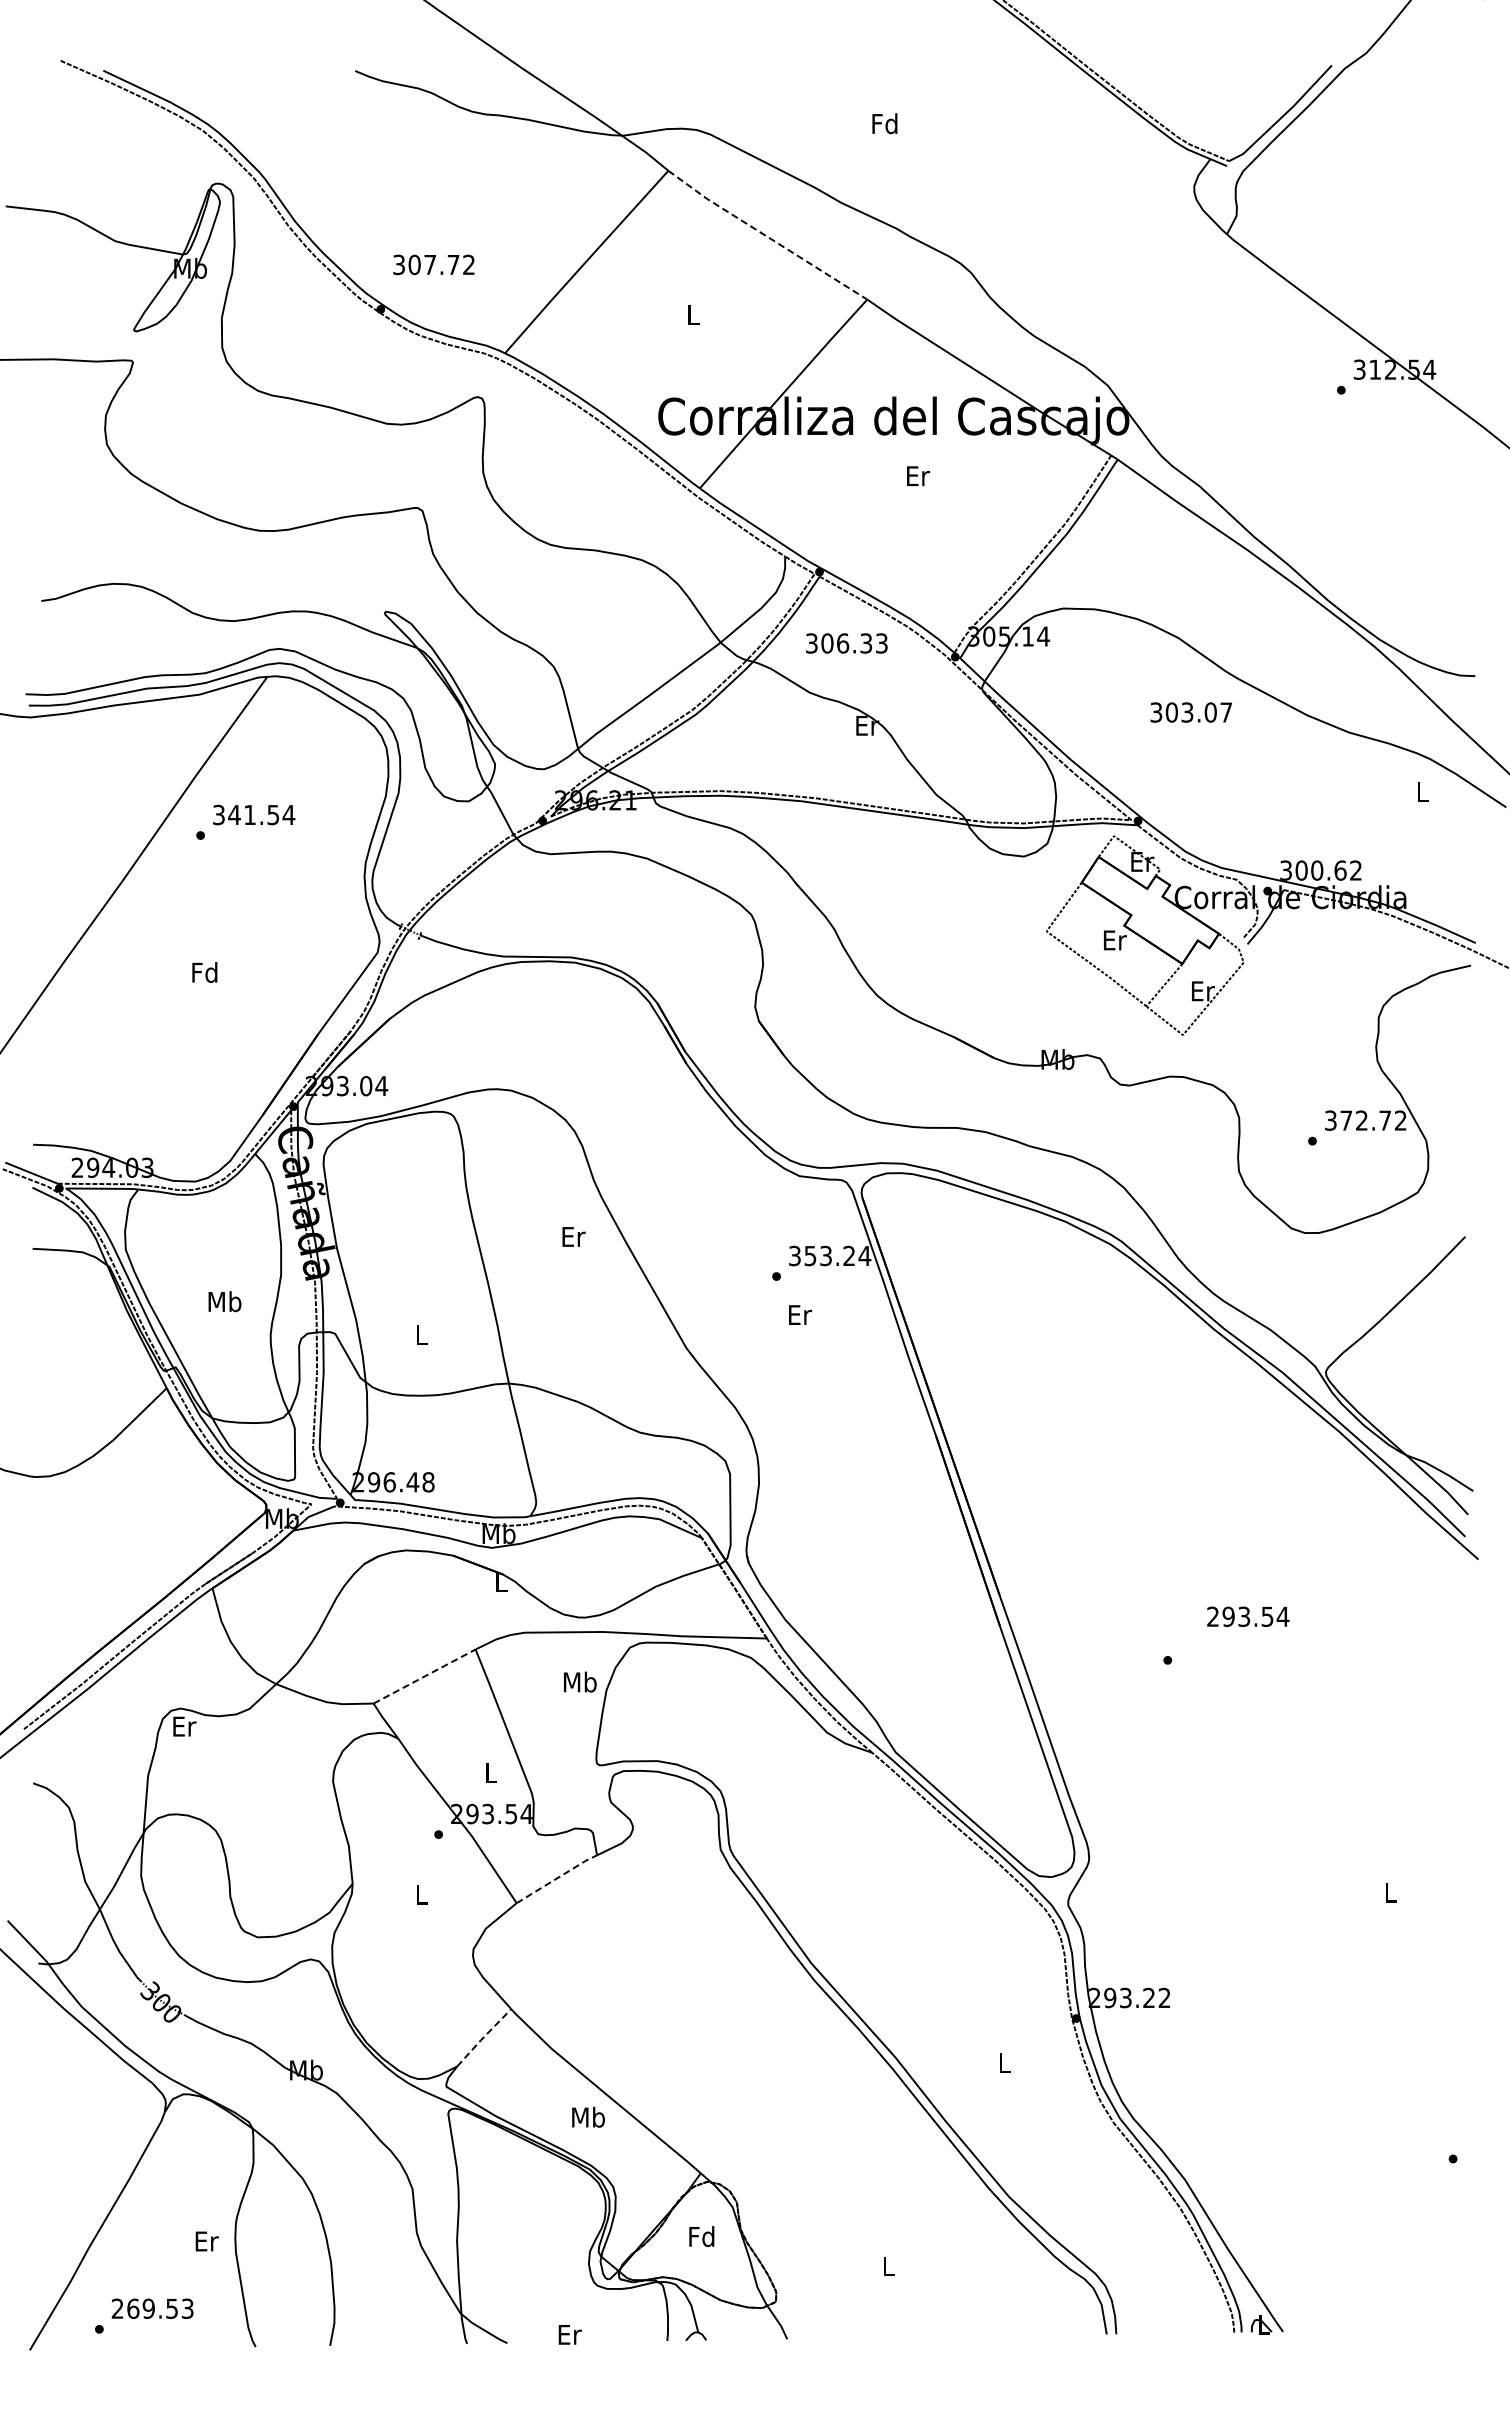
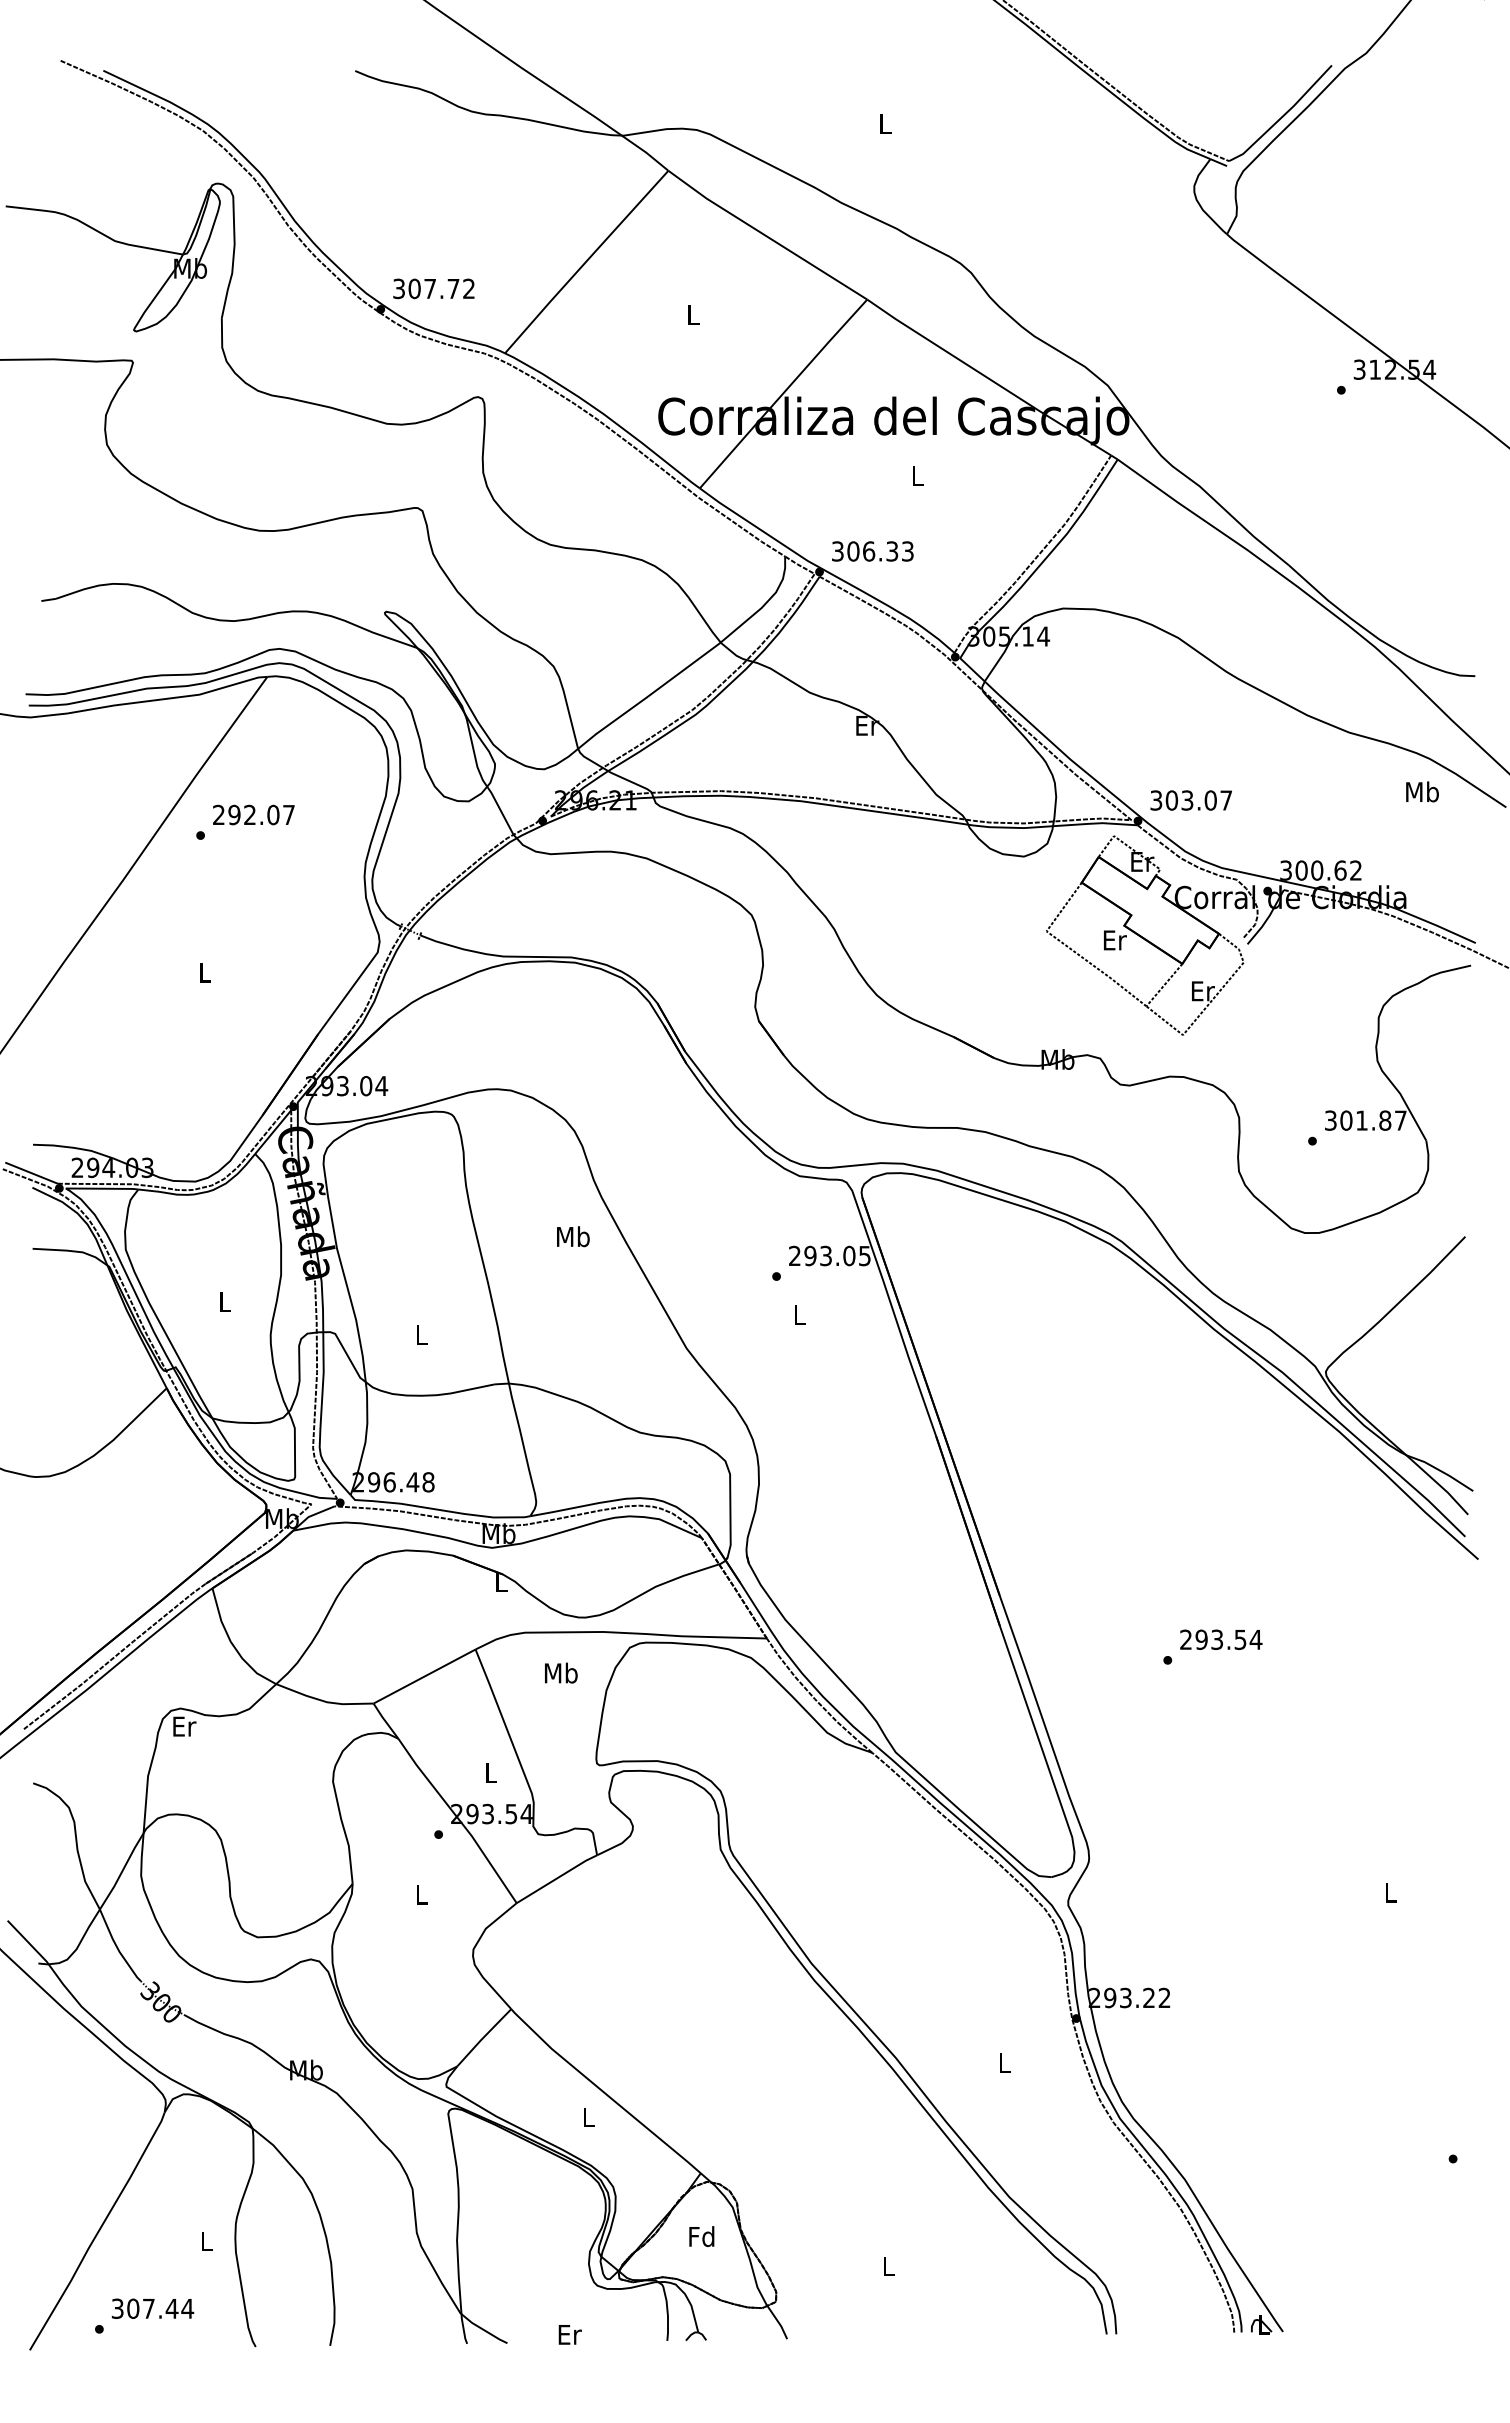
text at (884, 123): Fd -> L
line at (766, 236): dashed -> solid
text at (433, 264) position: (433, 264) -> (433, 288)
text at (918, 476): Er -> L
text at (846, 643) position: (846, 643) -> (872, 551)
text at (1190, 712) position: (1190, 712) -> (1190, 800)
text at (1422, 791): L -> Mb
text at (254, 814): 341.54 -> 292.07
text at (204, 972): Fd -> L
text at (1373, 1120): 372.72 -> 301.87
text at (573, 1236): Er -> Mb
text at (830, 1255): 353.24 -> 293.05
text at (224, 1301): Mb -> L
text at (800, 1314): Er -> L
text at (1248, 1616) position: (1248, 1616) -> (1221, 1639)
line at (424, 1676): dashed -> solid
text at (580, 1681) position: (580, 1681) -> (561, 1672)
line at (557, 1878): dashed -> solid
line at (483, 2037): dashed -> solid
text at (588, 2116): Mb -> L
text at (206, 2241): Er -> L
text at (152, 2308): 269.53 -> 307.44
